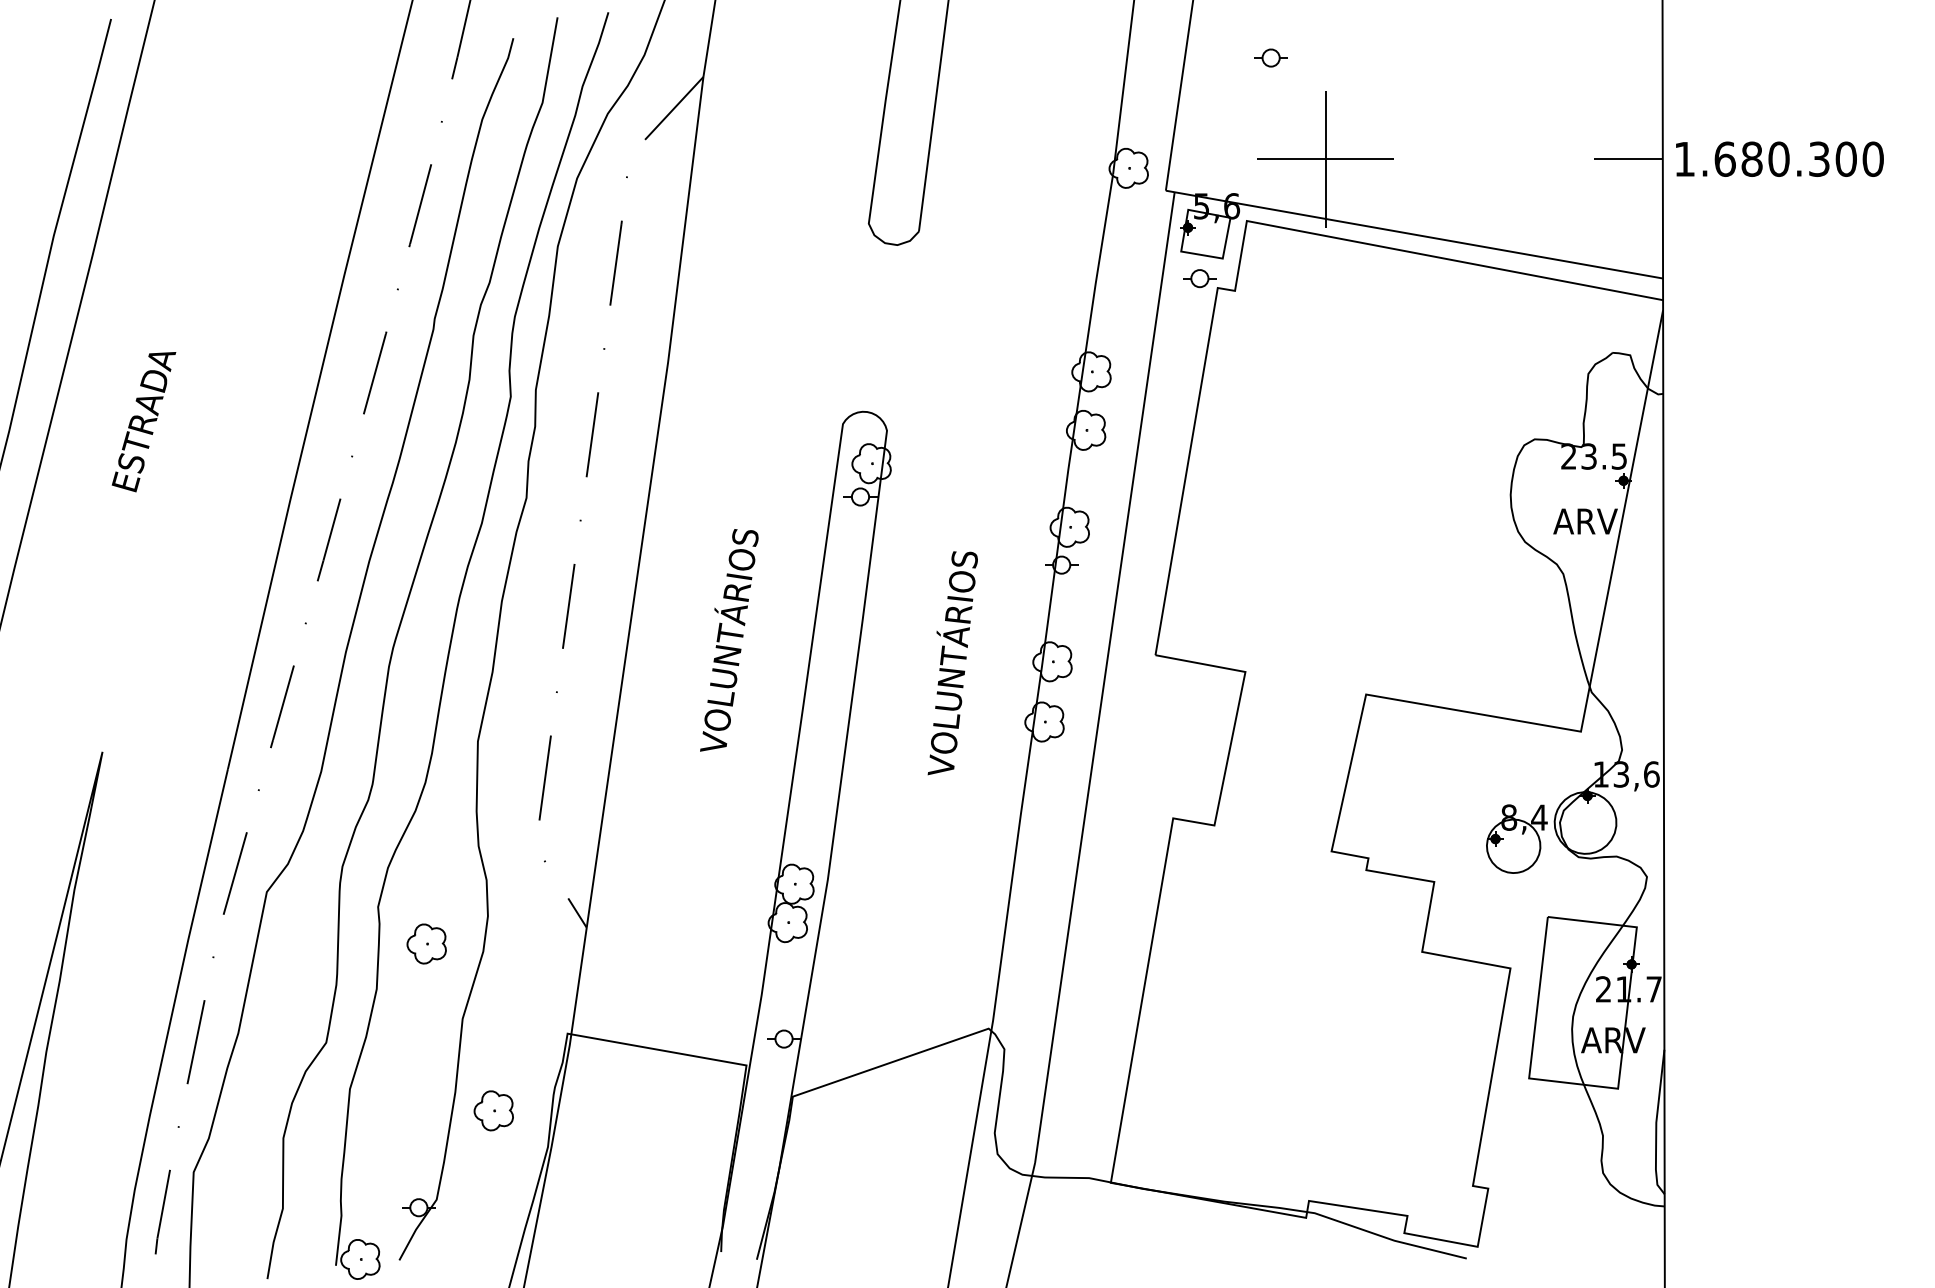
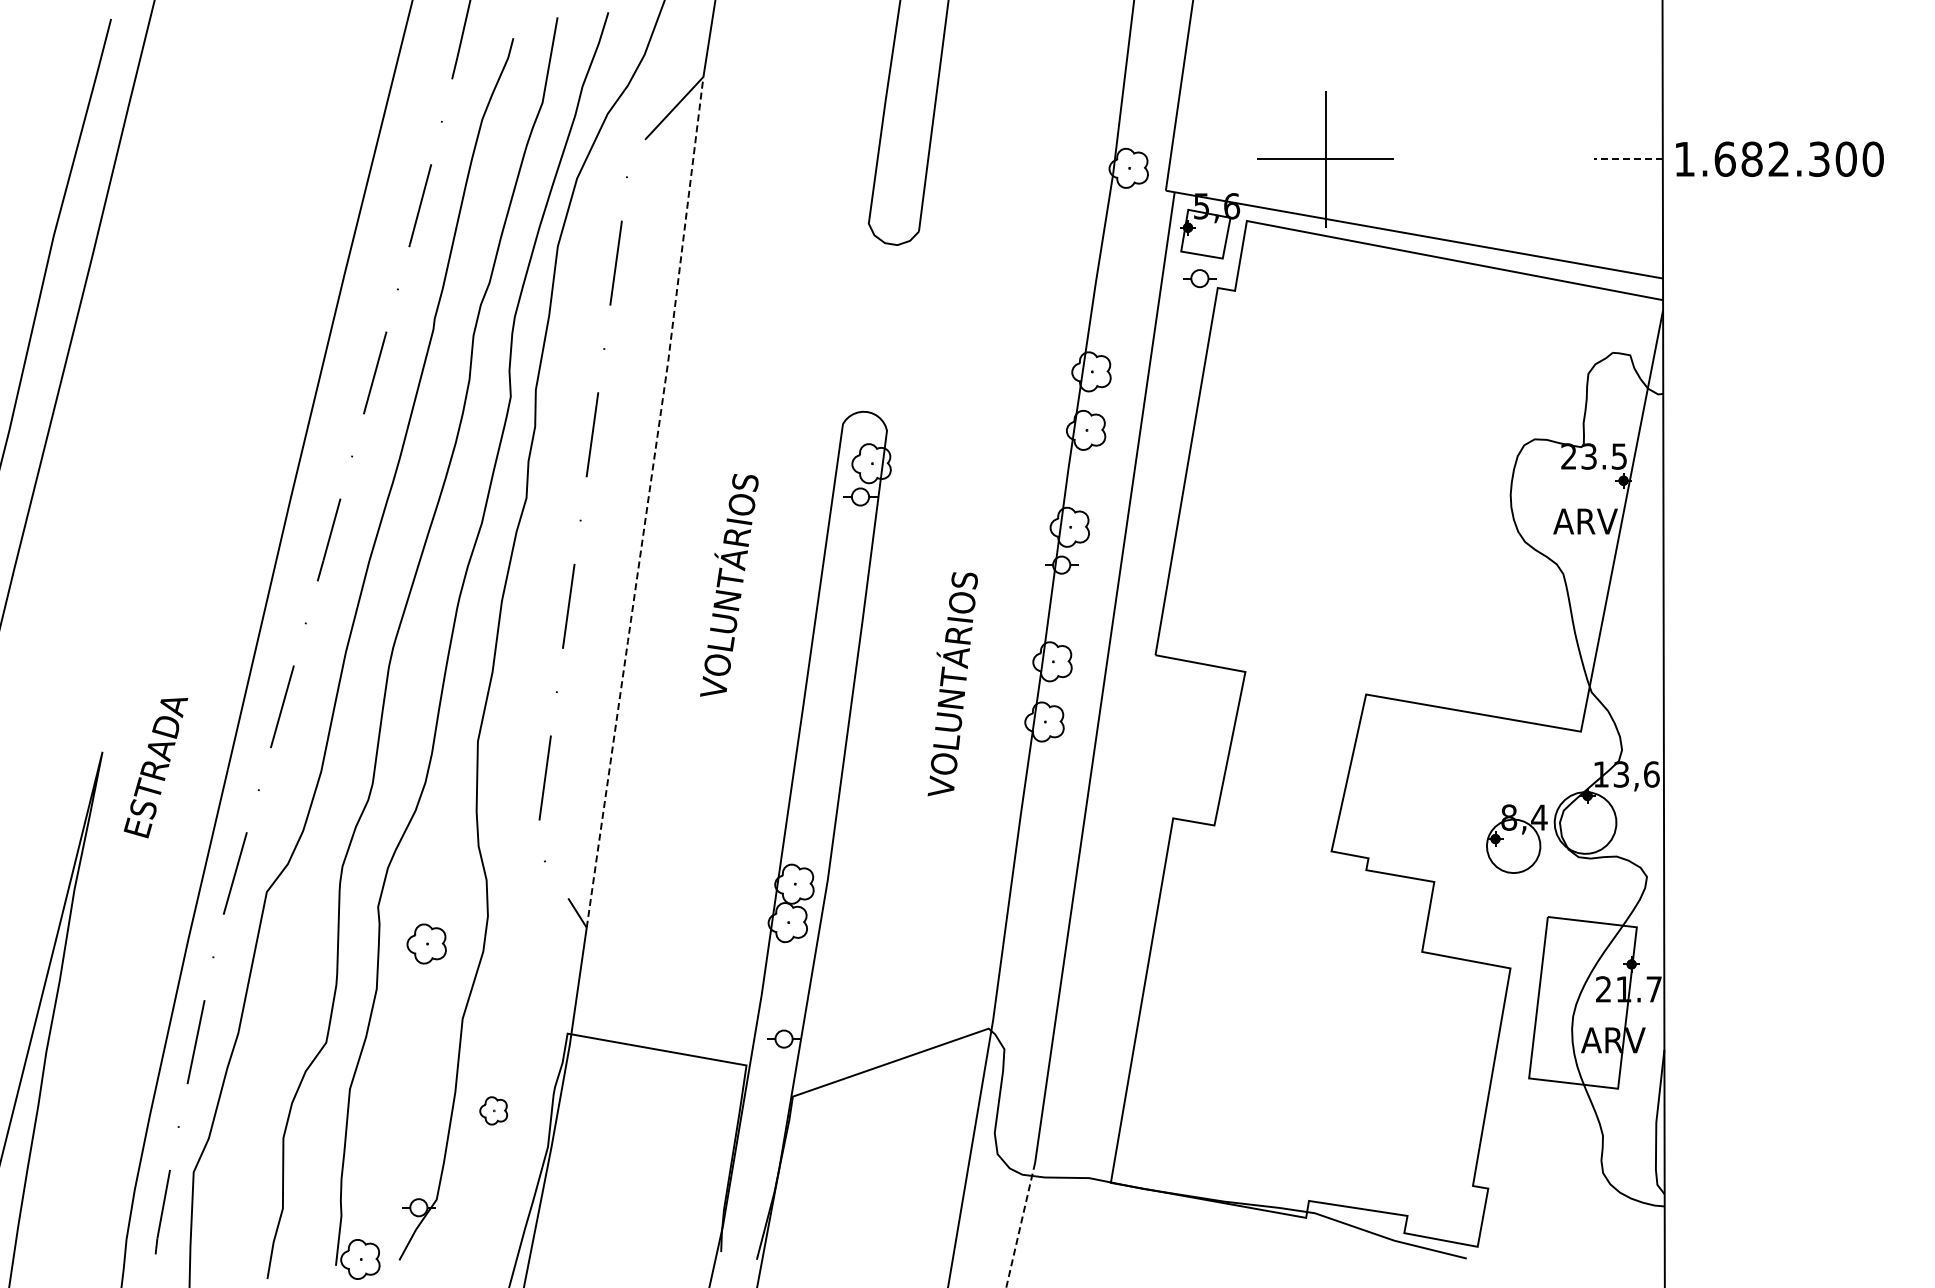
part at (1270, 57): present -> none
text at (1778, 158): 1.680.300 -> 1.682.300
line at (1628, 159): solid -> dashed
text at (143, 422) position: (143, 422) -> (155, 768)
line at (647, 502): solid -> dashed
text at (729, 640) position: (729, 640) -> (729, 585)
text at (952, 663) position: (952, 663) -> (952, 684)
part at (493, 1110) size: 41x42 px -> 30x30 px
line at (1020, 1225): solid -> dashed
